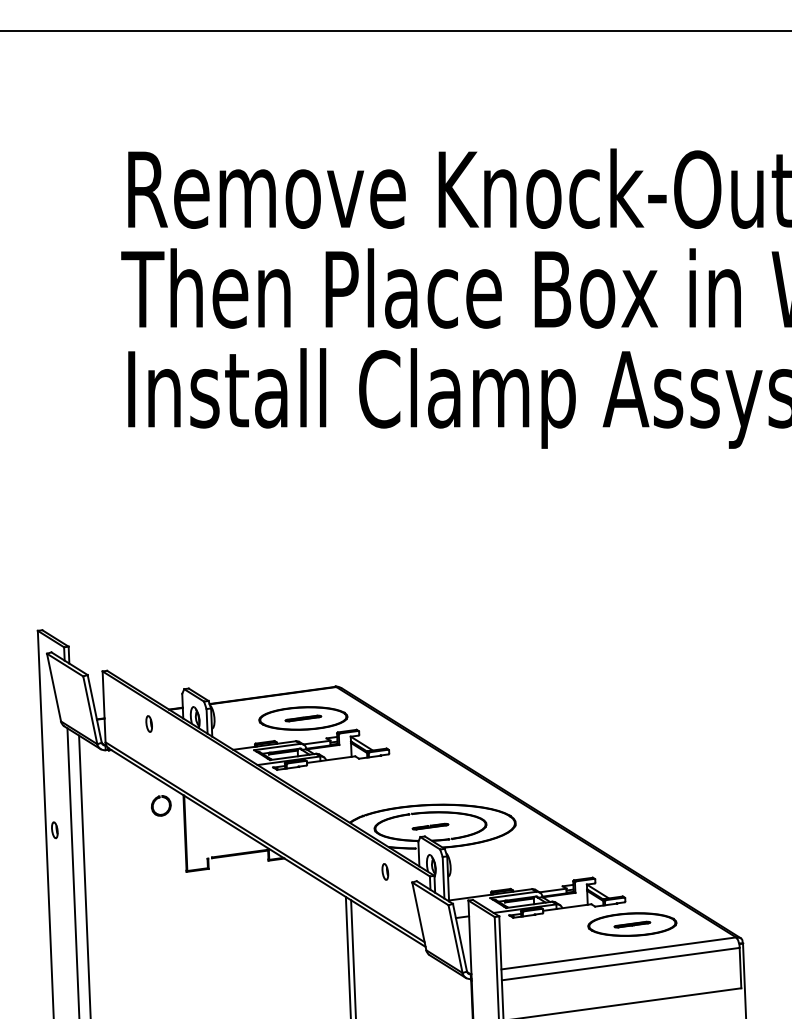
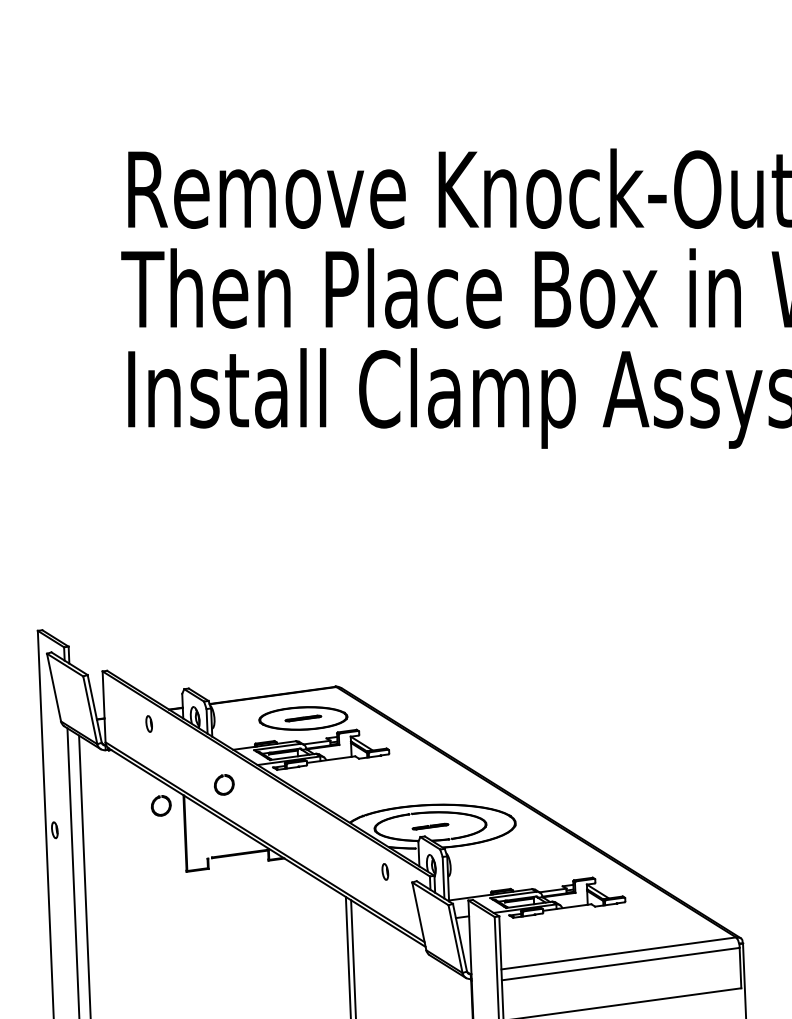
line at (395, 30): present -> none
part at (224, 784): none -> present
part at (632, 924): present -> none
